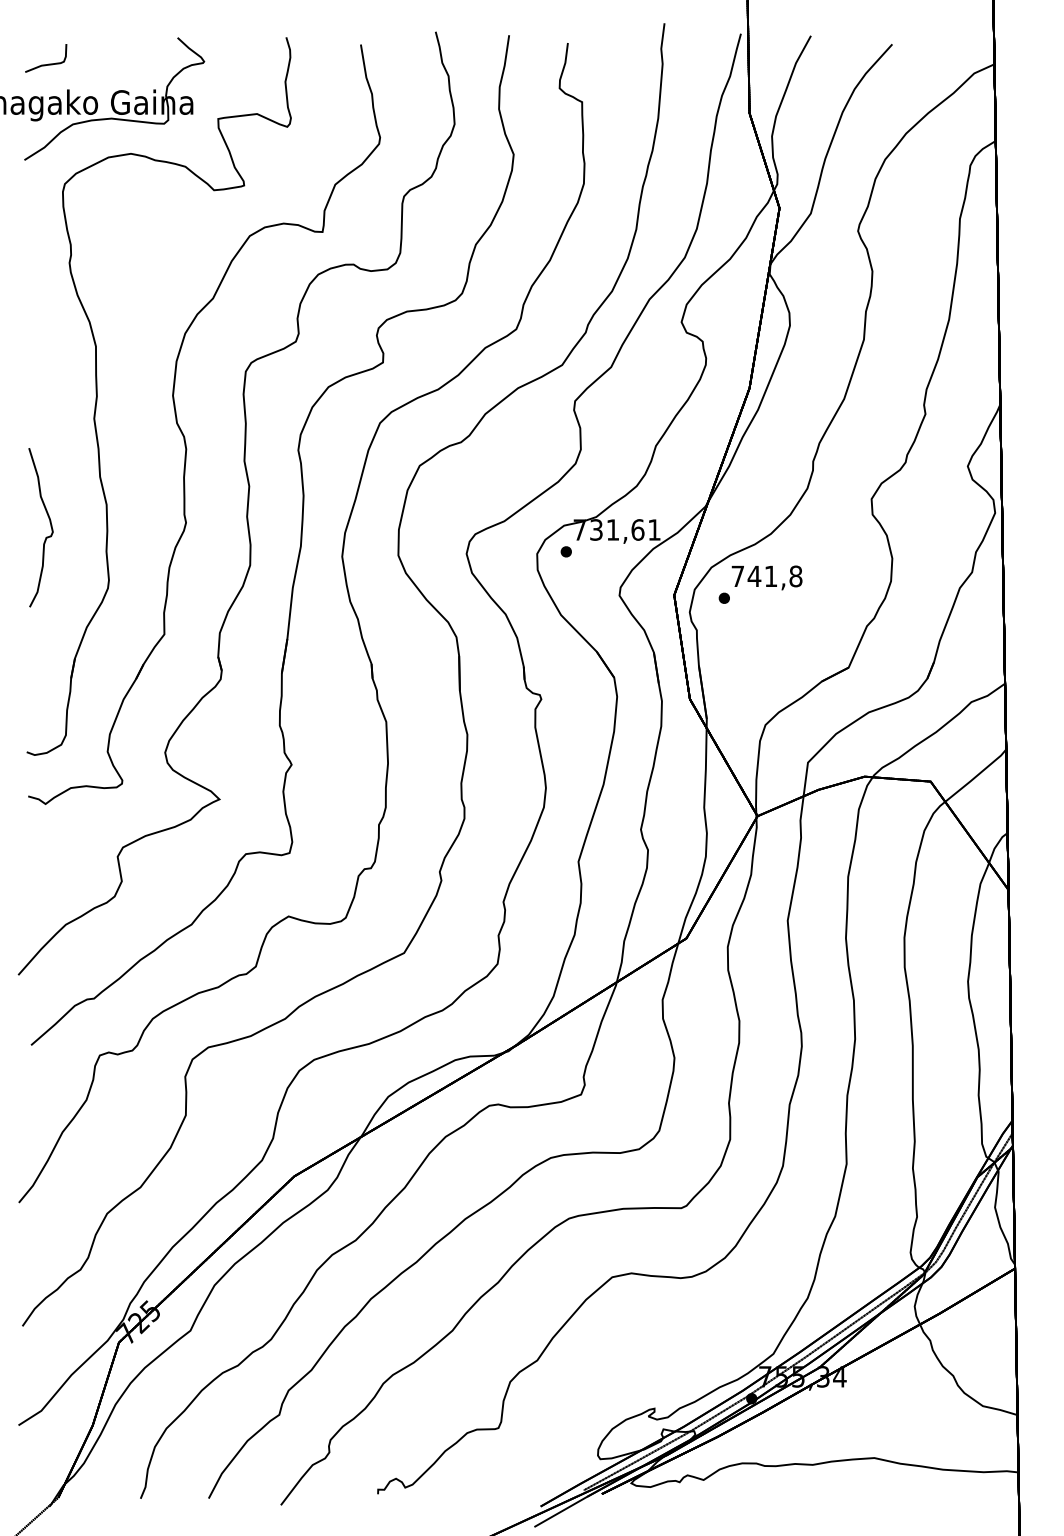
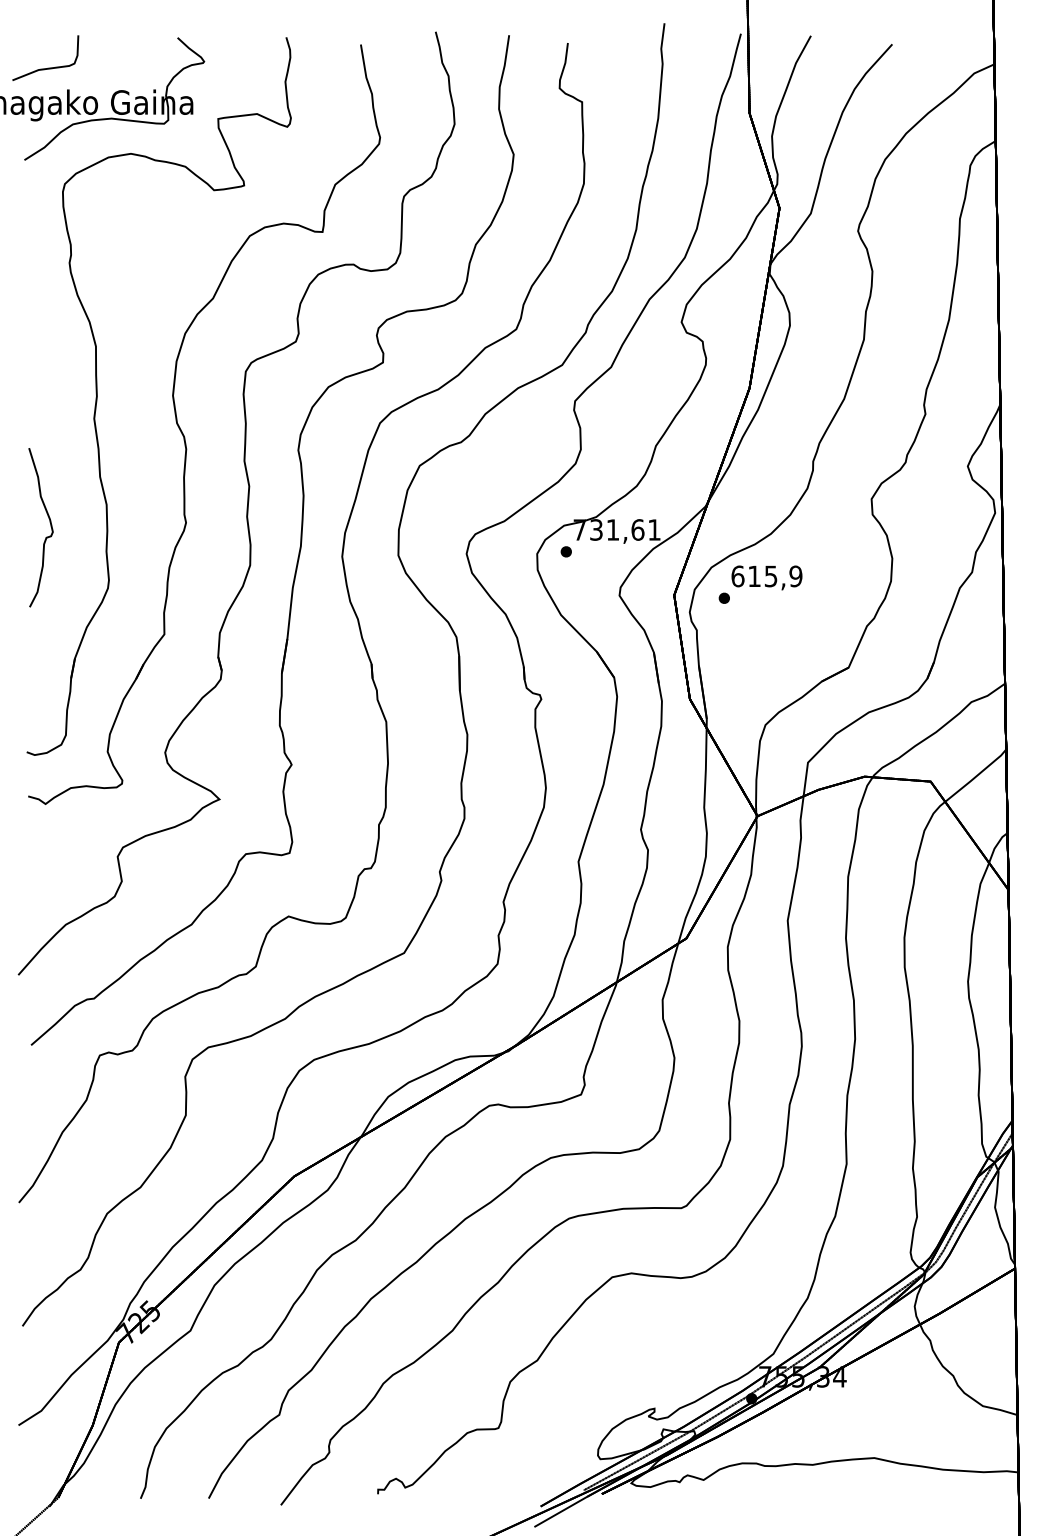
part at (46, 58) size: 43x29 px -> 68x46 px
text at (766, 576): 741,8 -> 615,9
